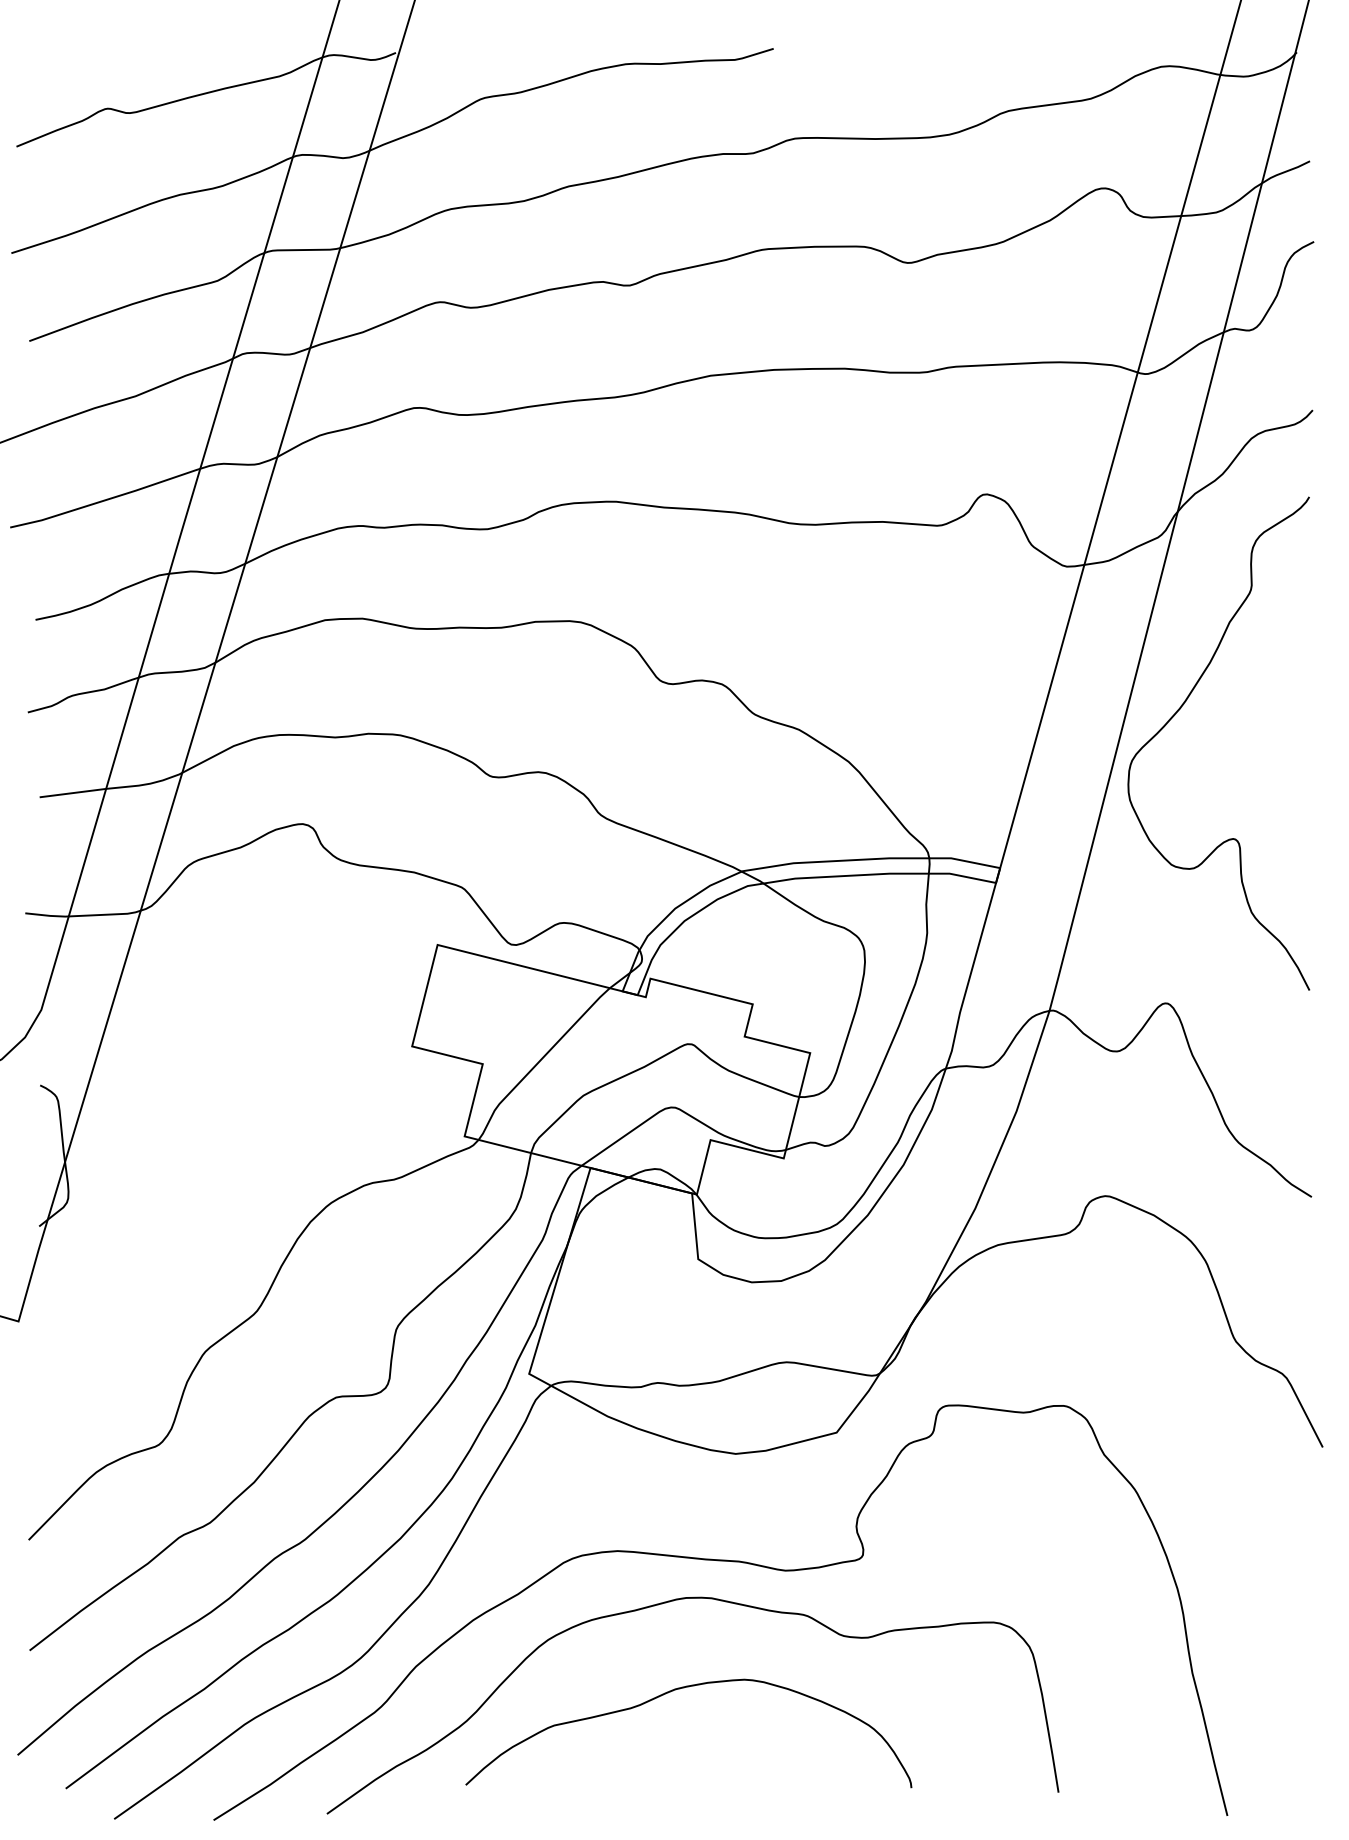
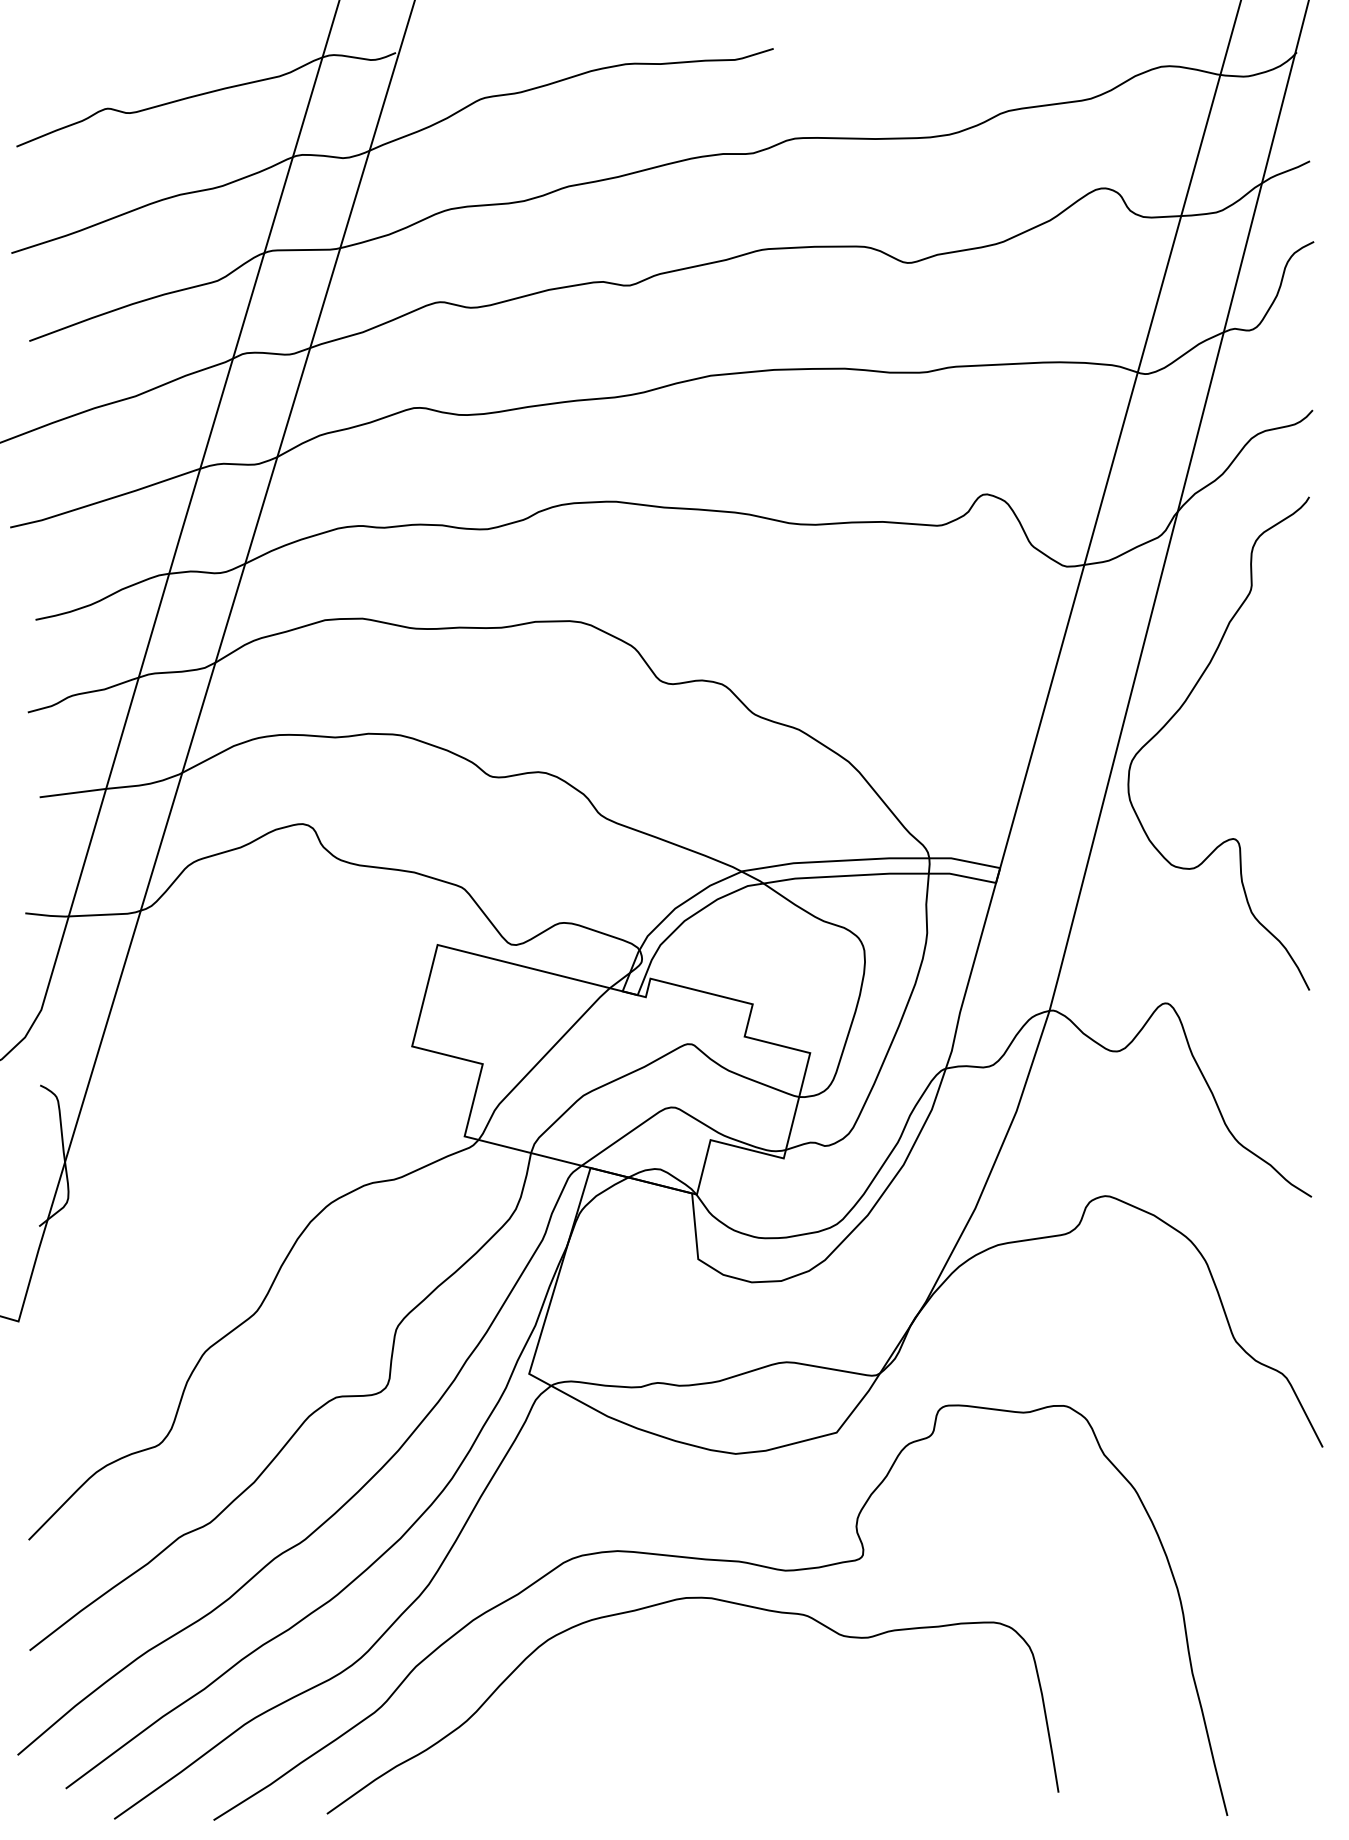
curve at (673, 1691): present -> none
